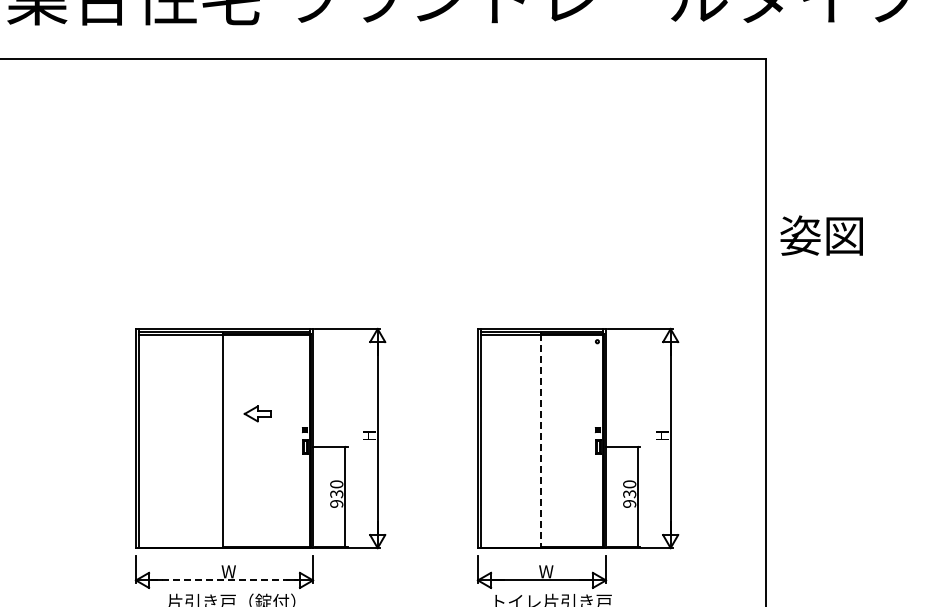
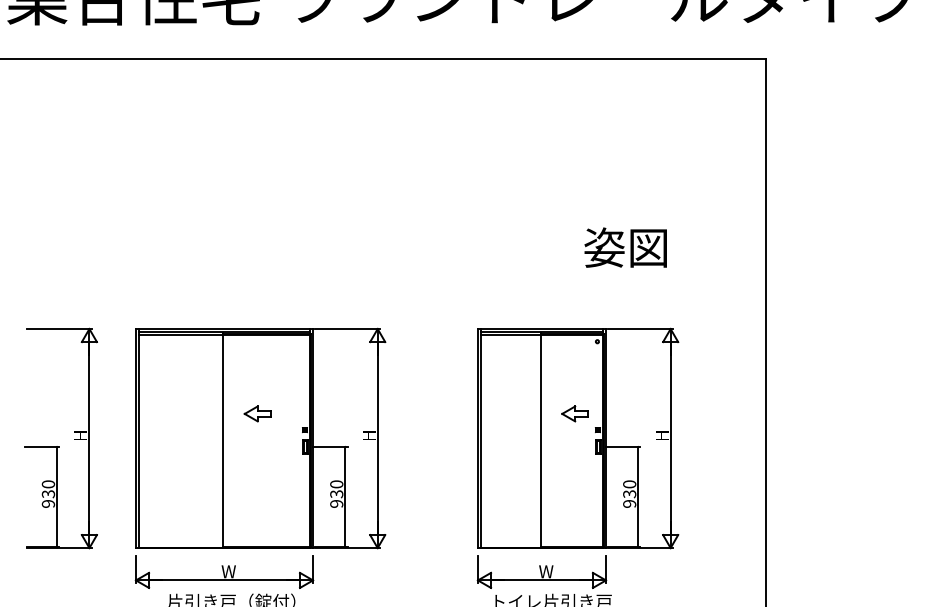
text at (821, 235) position: (821, 235) -> (625, 247)
part at (574, 413): none -> present
line at (540, 441): dashed -> solid
part at (59, 446): none -> present
line at (225, 580): dashed -> solid
